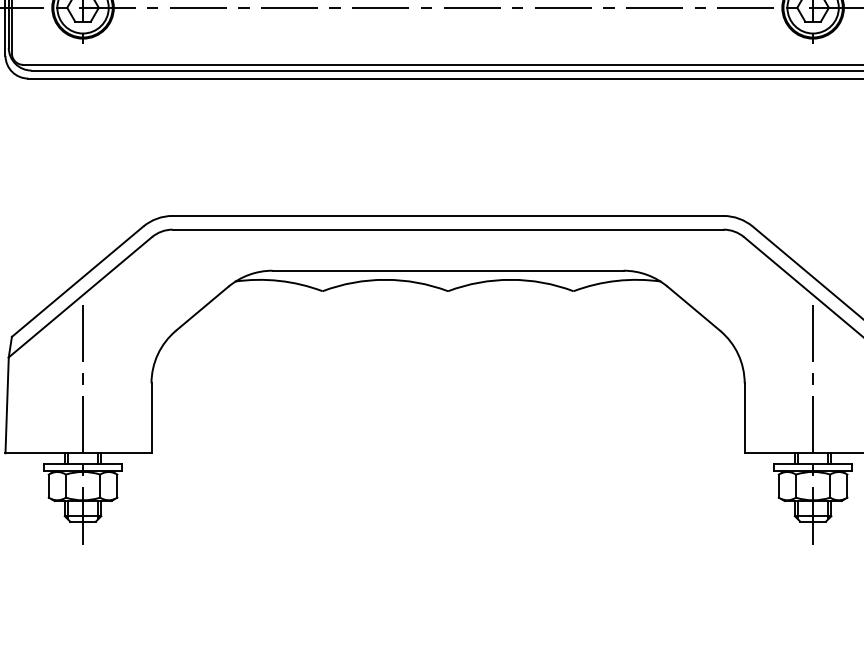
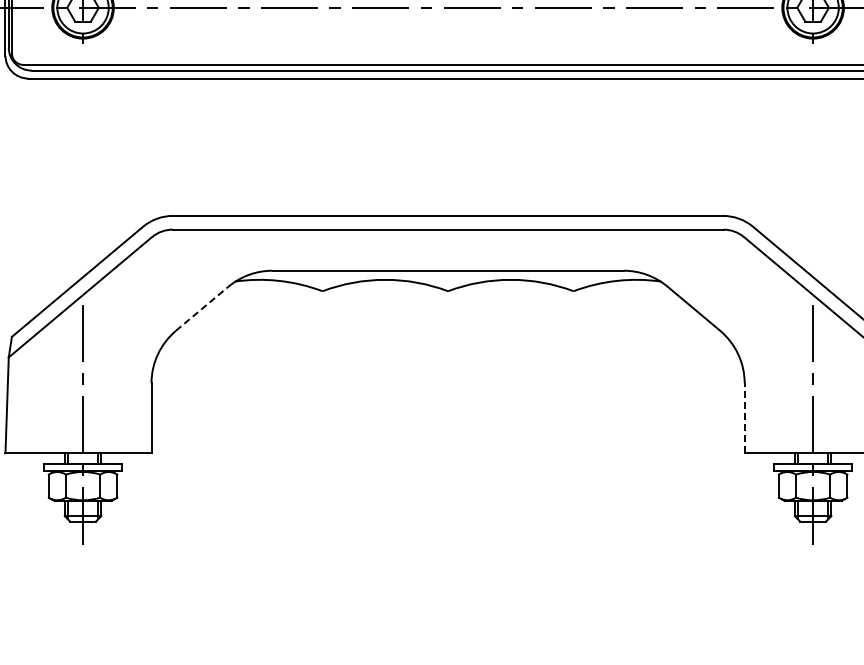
line at (202, 308): solid -> dashed
line at (744, 418): solid -> dashed
